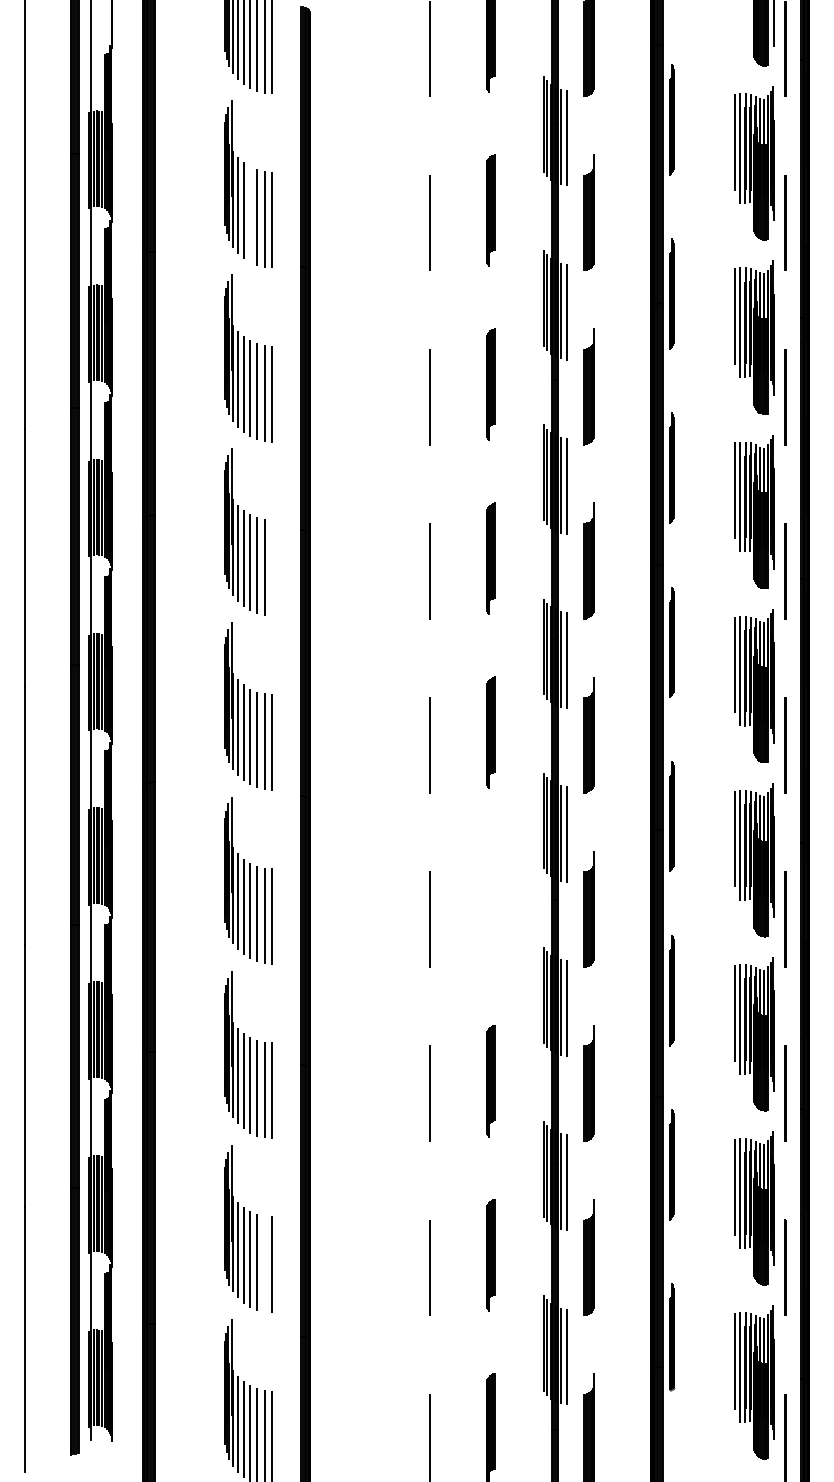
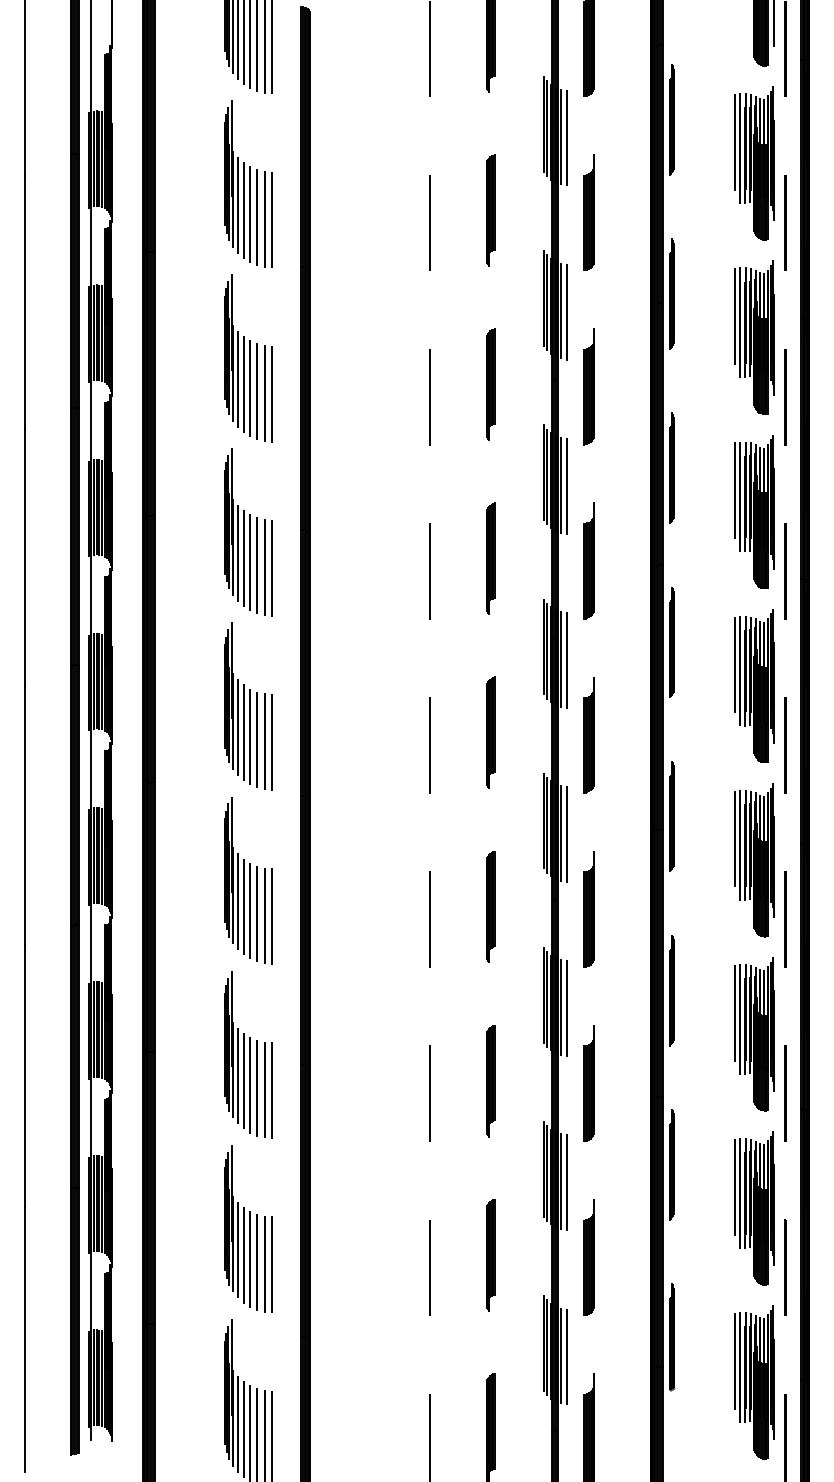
line at (250, 214): none -> present
line at (272, 567): none -> present
part at (490, 906): none -> present
line at (264, 1263): none -> present
